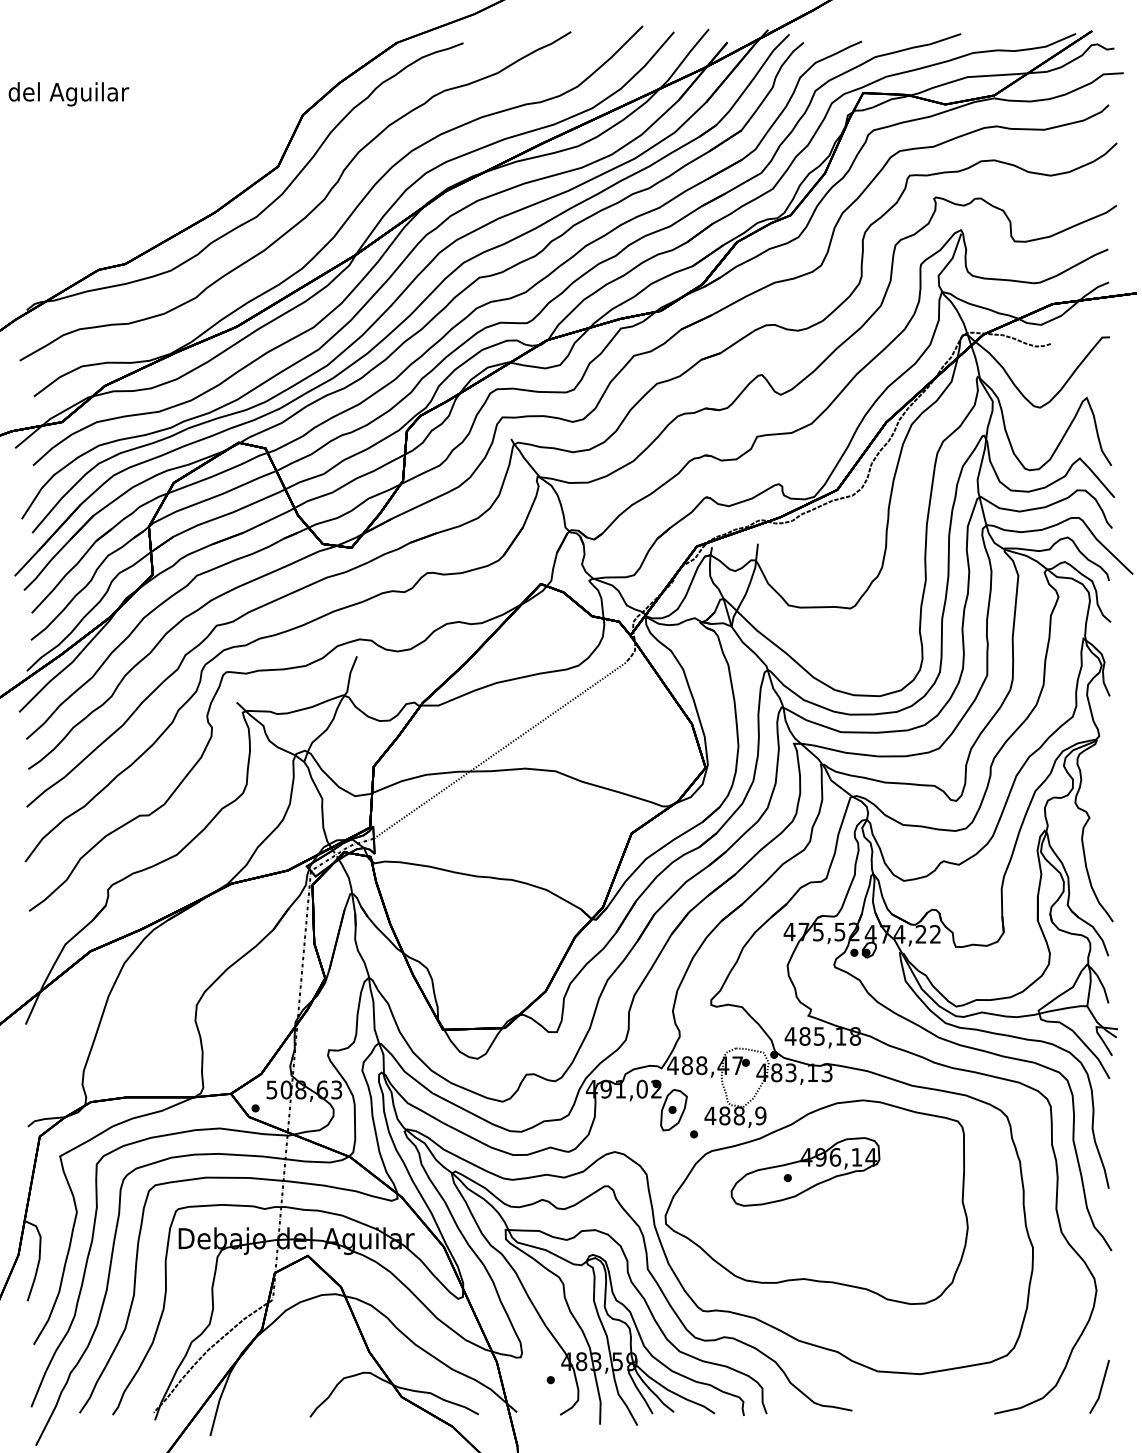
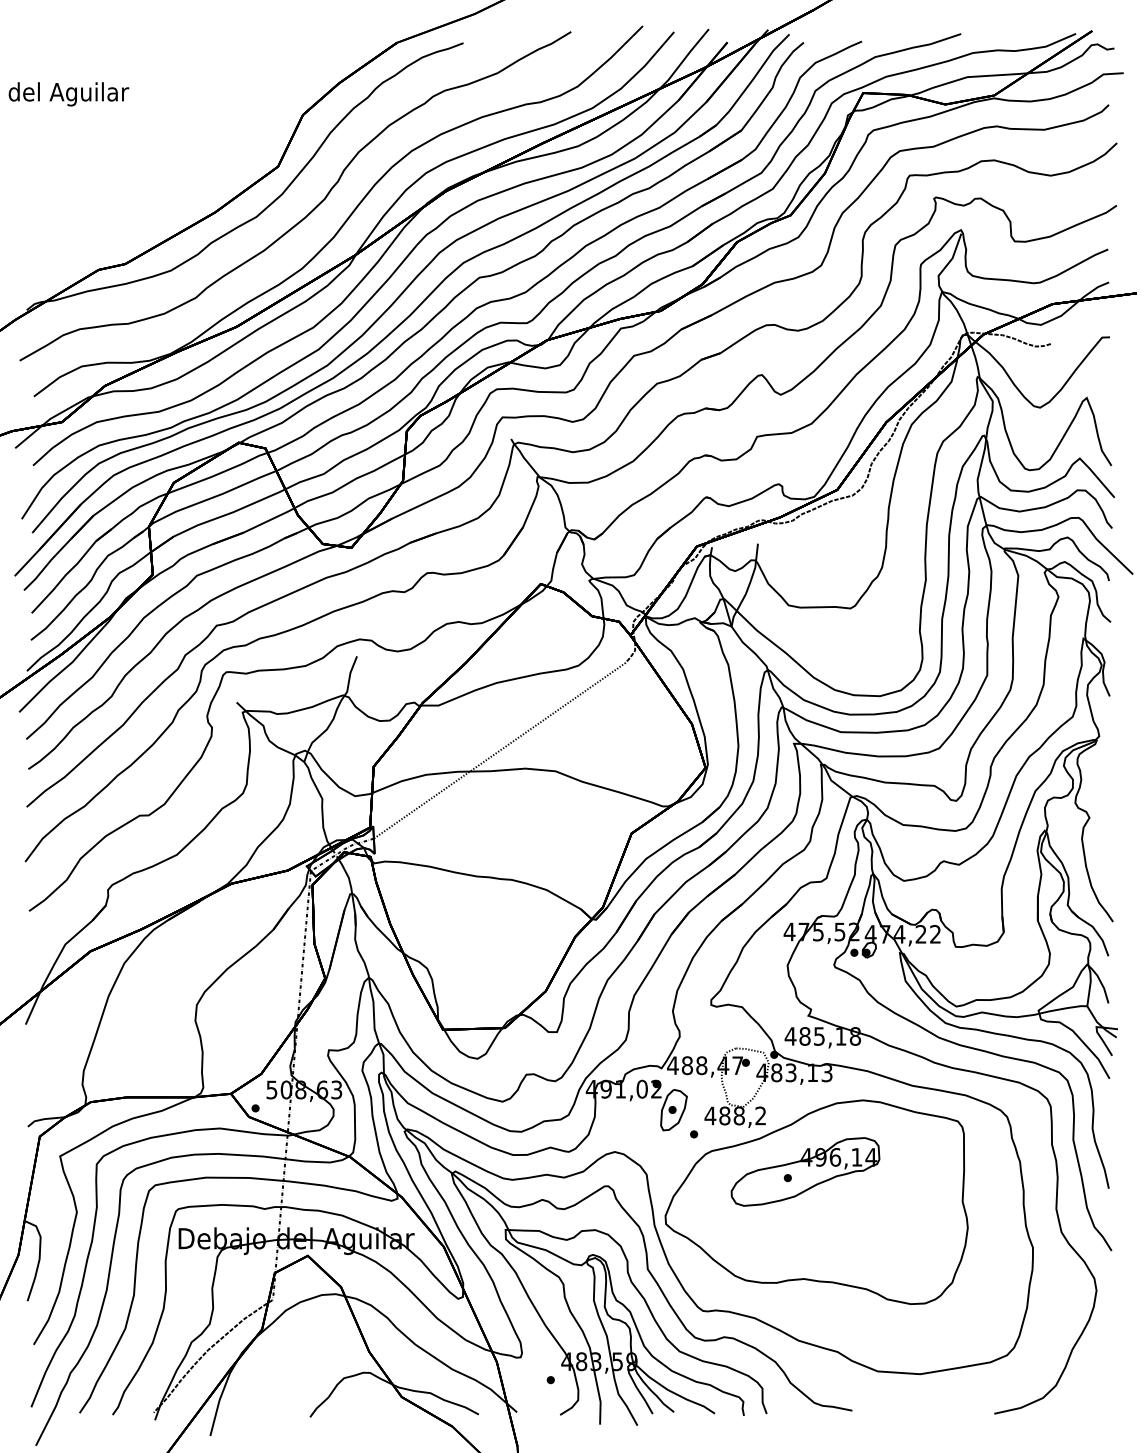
text at (760, 1115): 488,9 -> 488,2
line at (1100, 1387): present -> none
